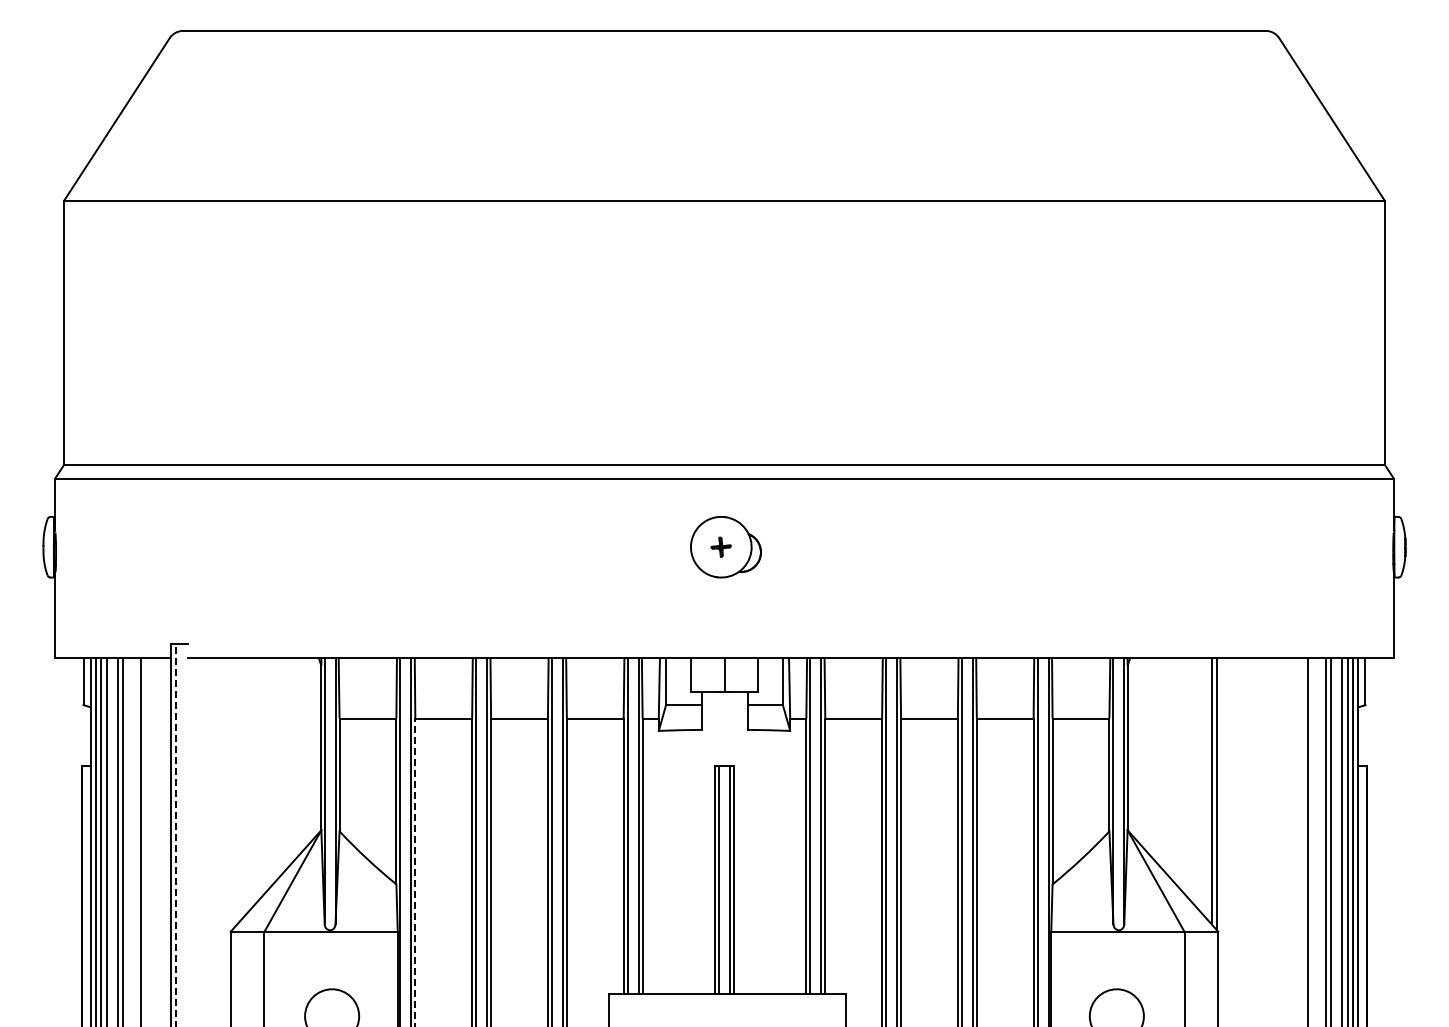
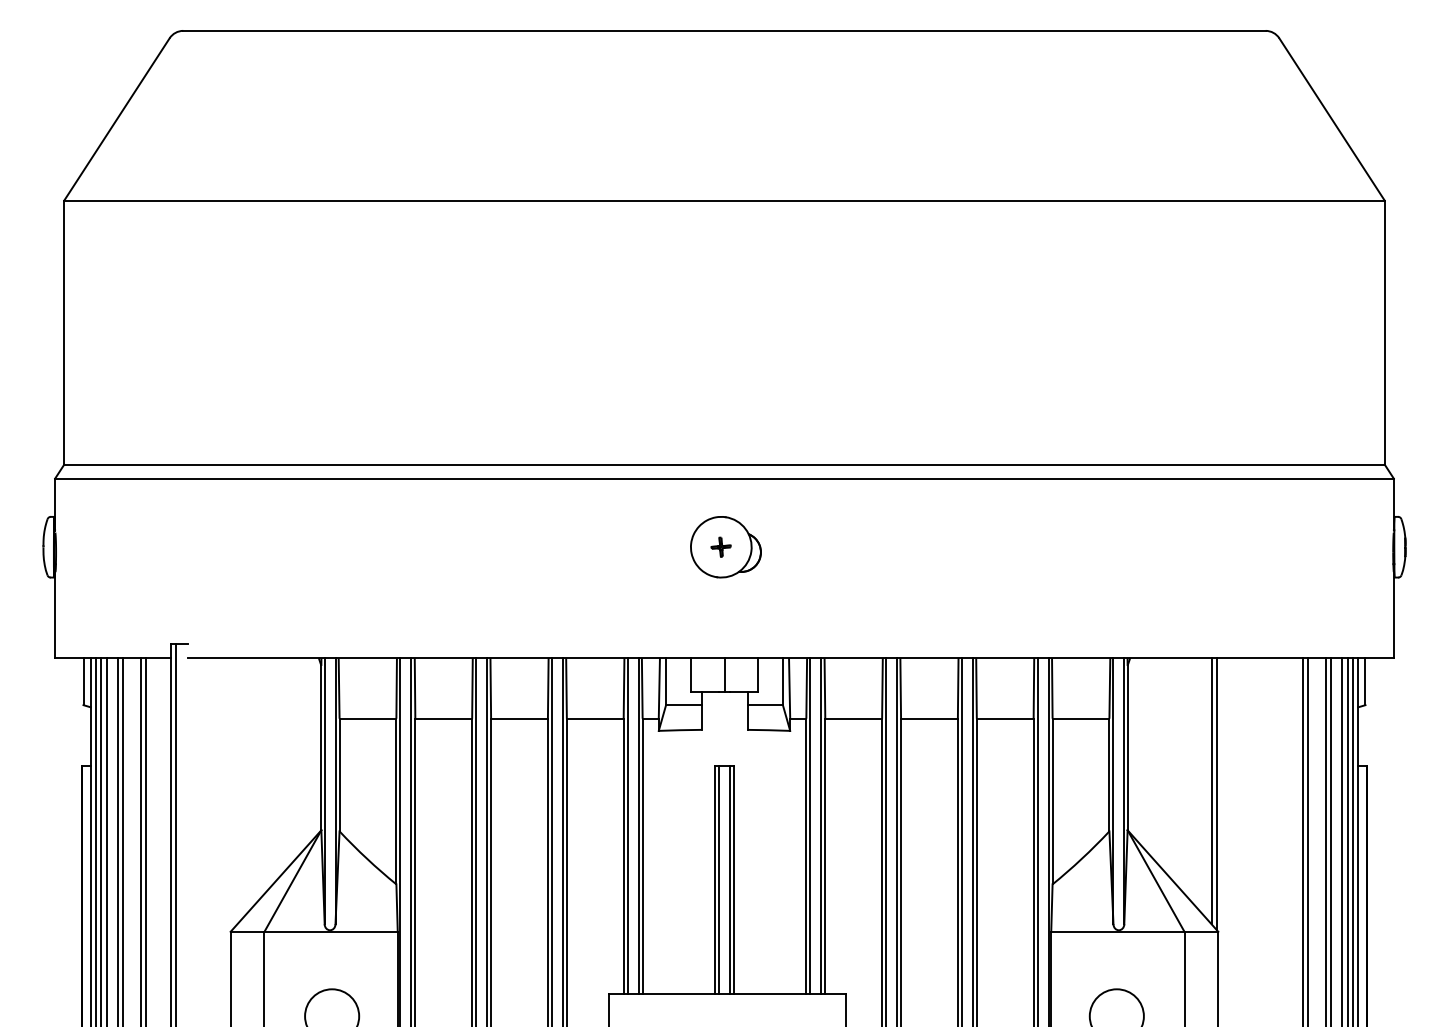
line at (175, 835): dashed -> solid
line at (145, 840): none -> present
line at (1303, 840): none -> present
line at (415, 872): dashed -> solid
